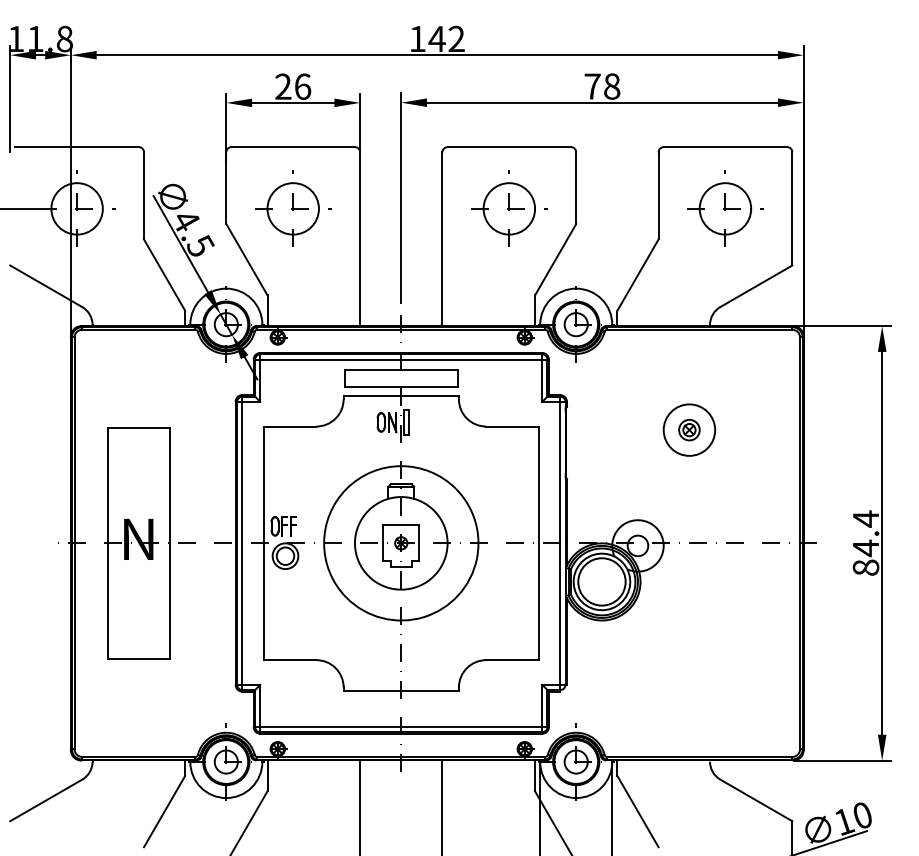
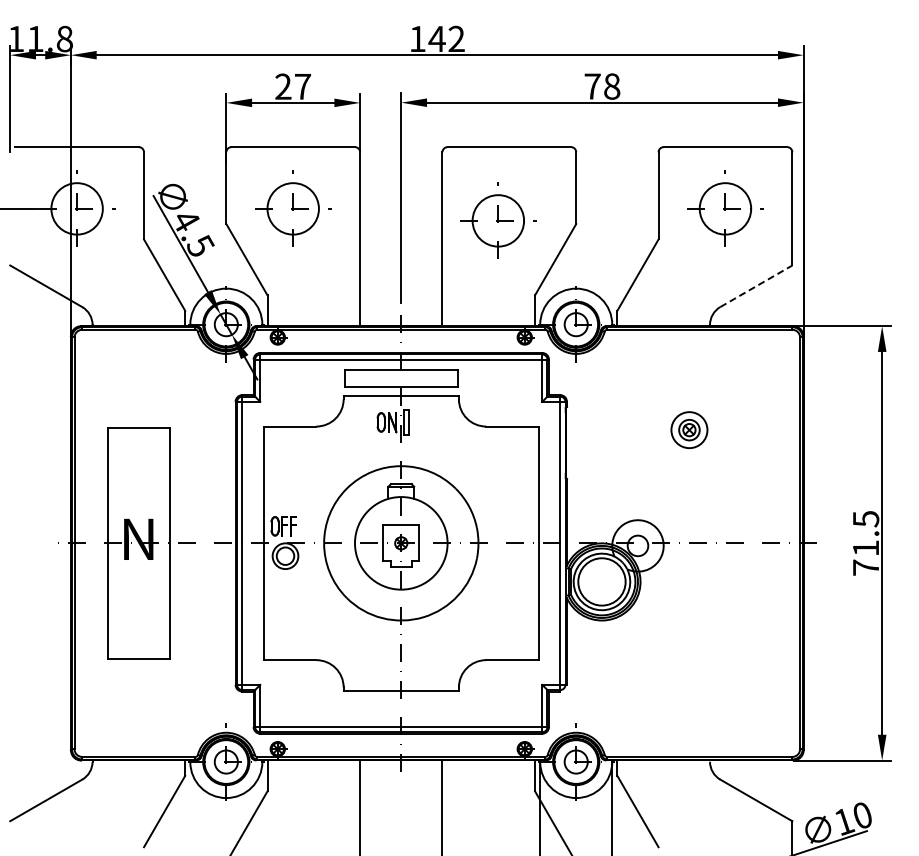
text at (303, 86): 26 -> 27
part at (509, 208) position: (509, 208) -> (498, 220)
line at (756, 286): solid -> dashed
circle at (689, 429) diameter: 51 px -> 36 px
text at (865, 542): 84.4 -> 71.5
